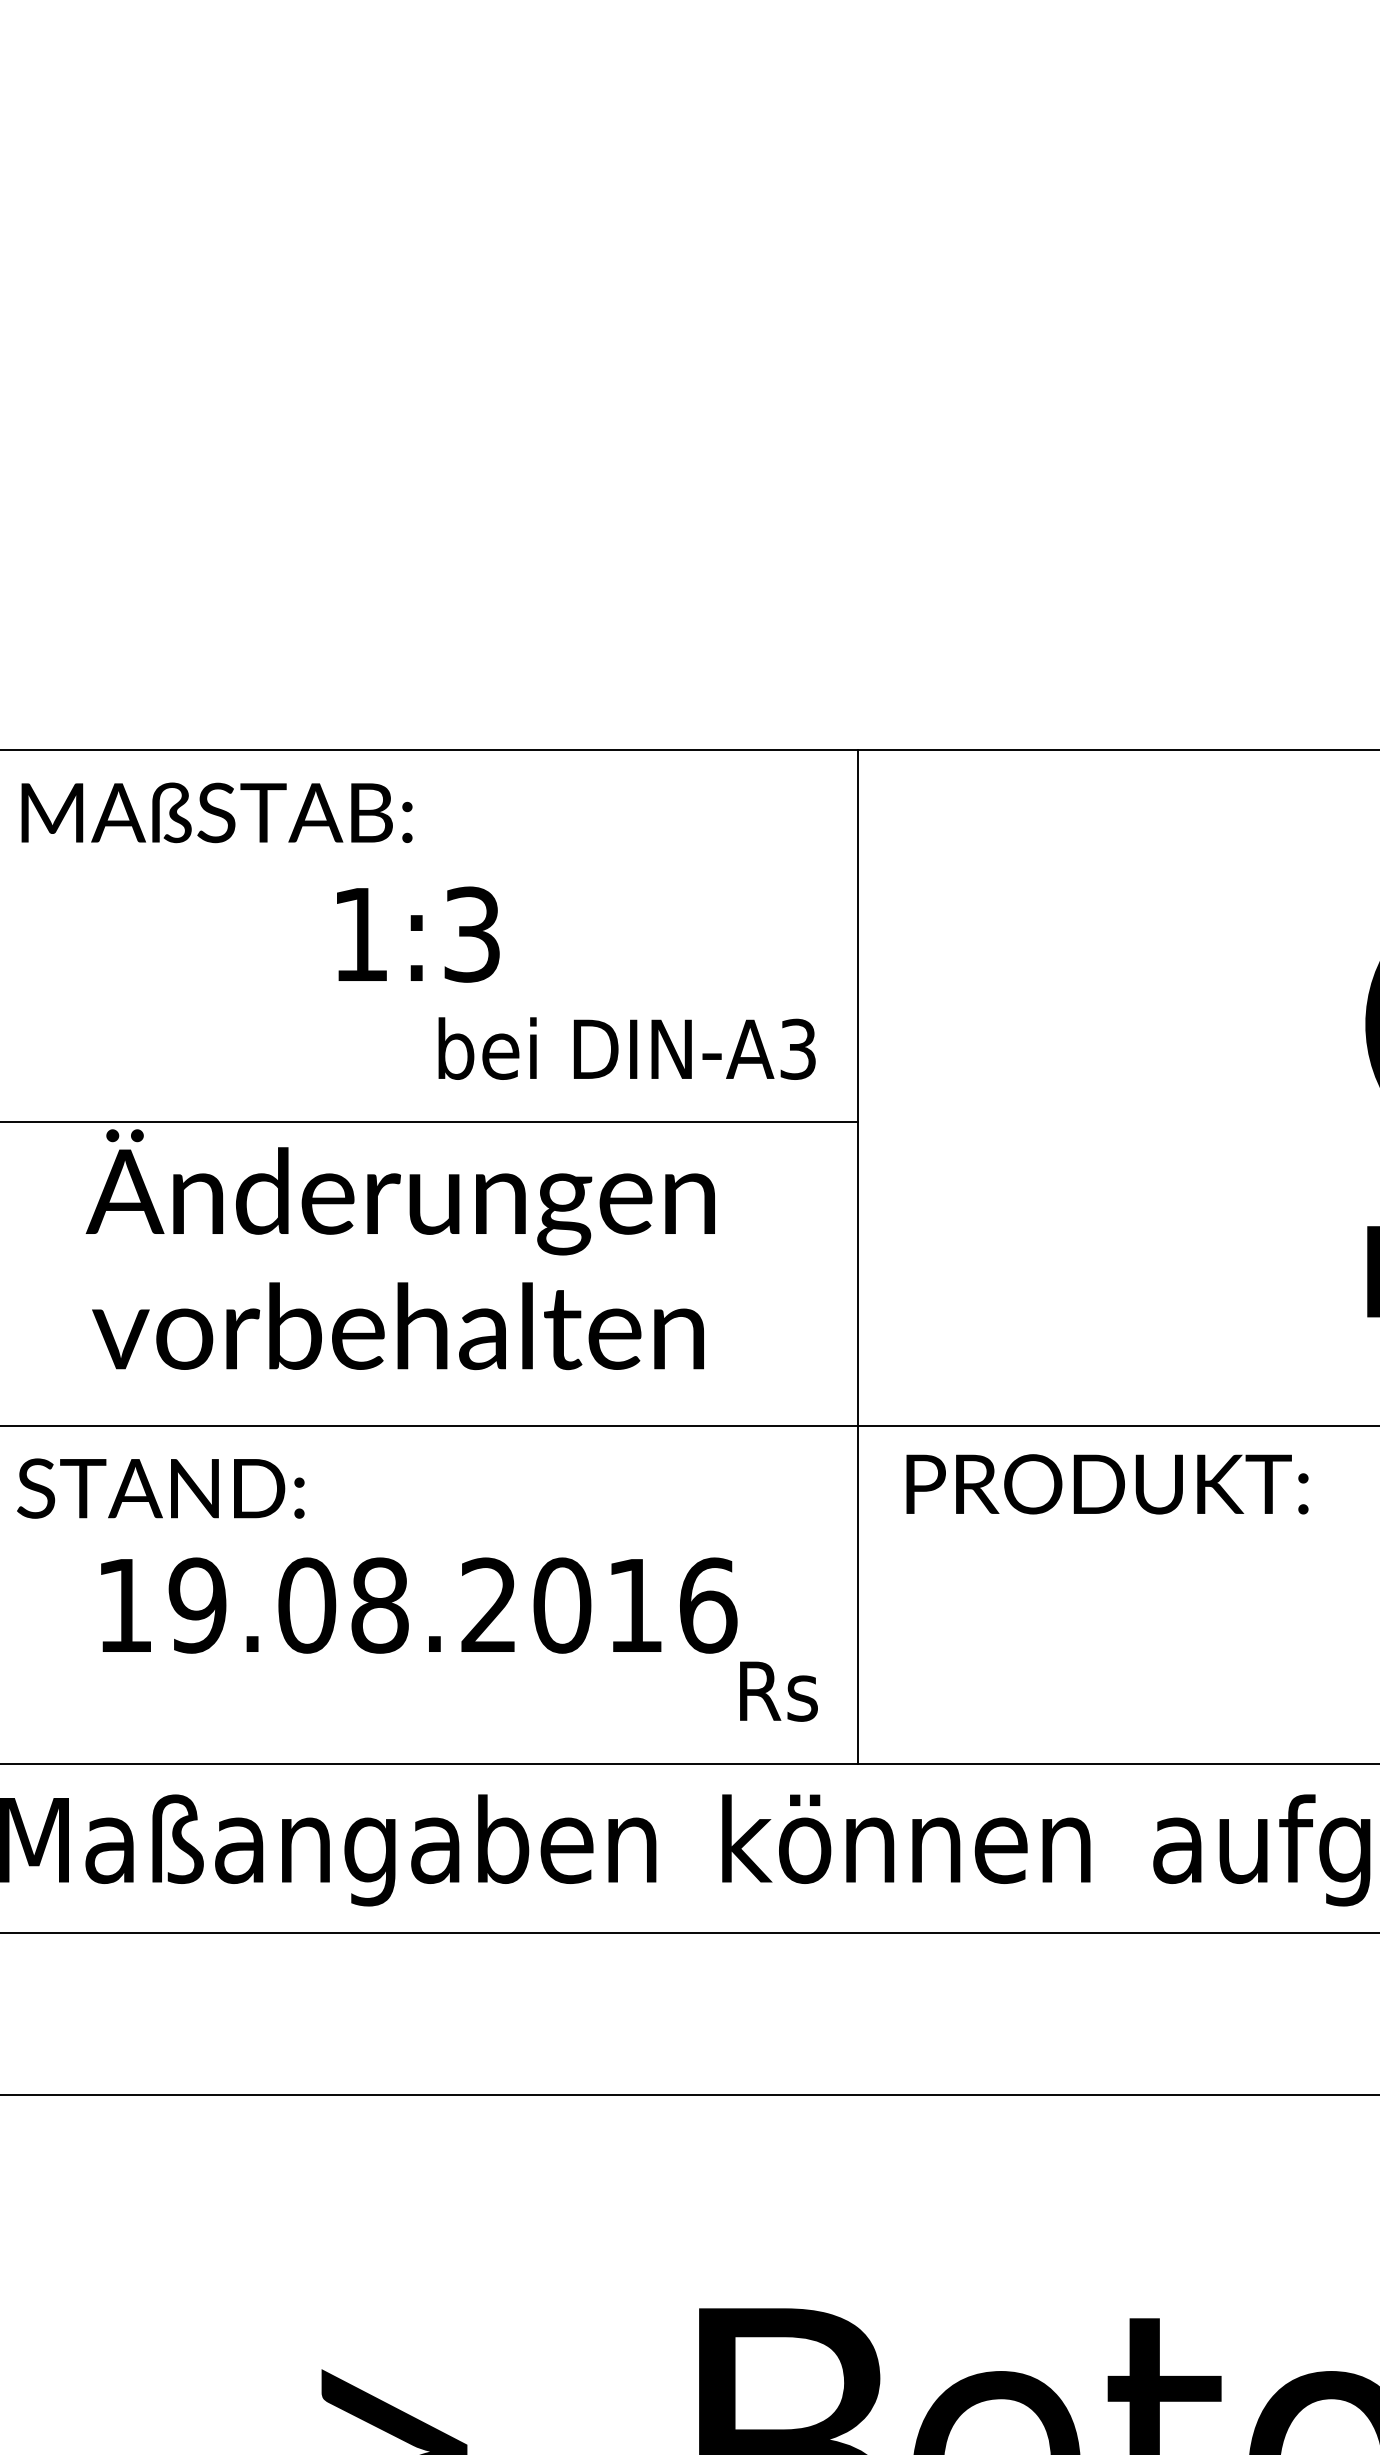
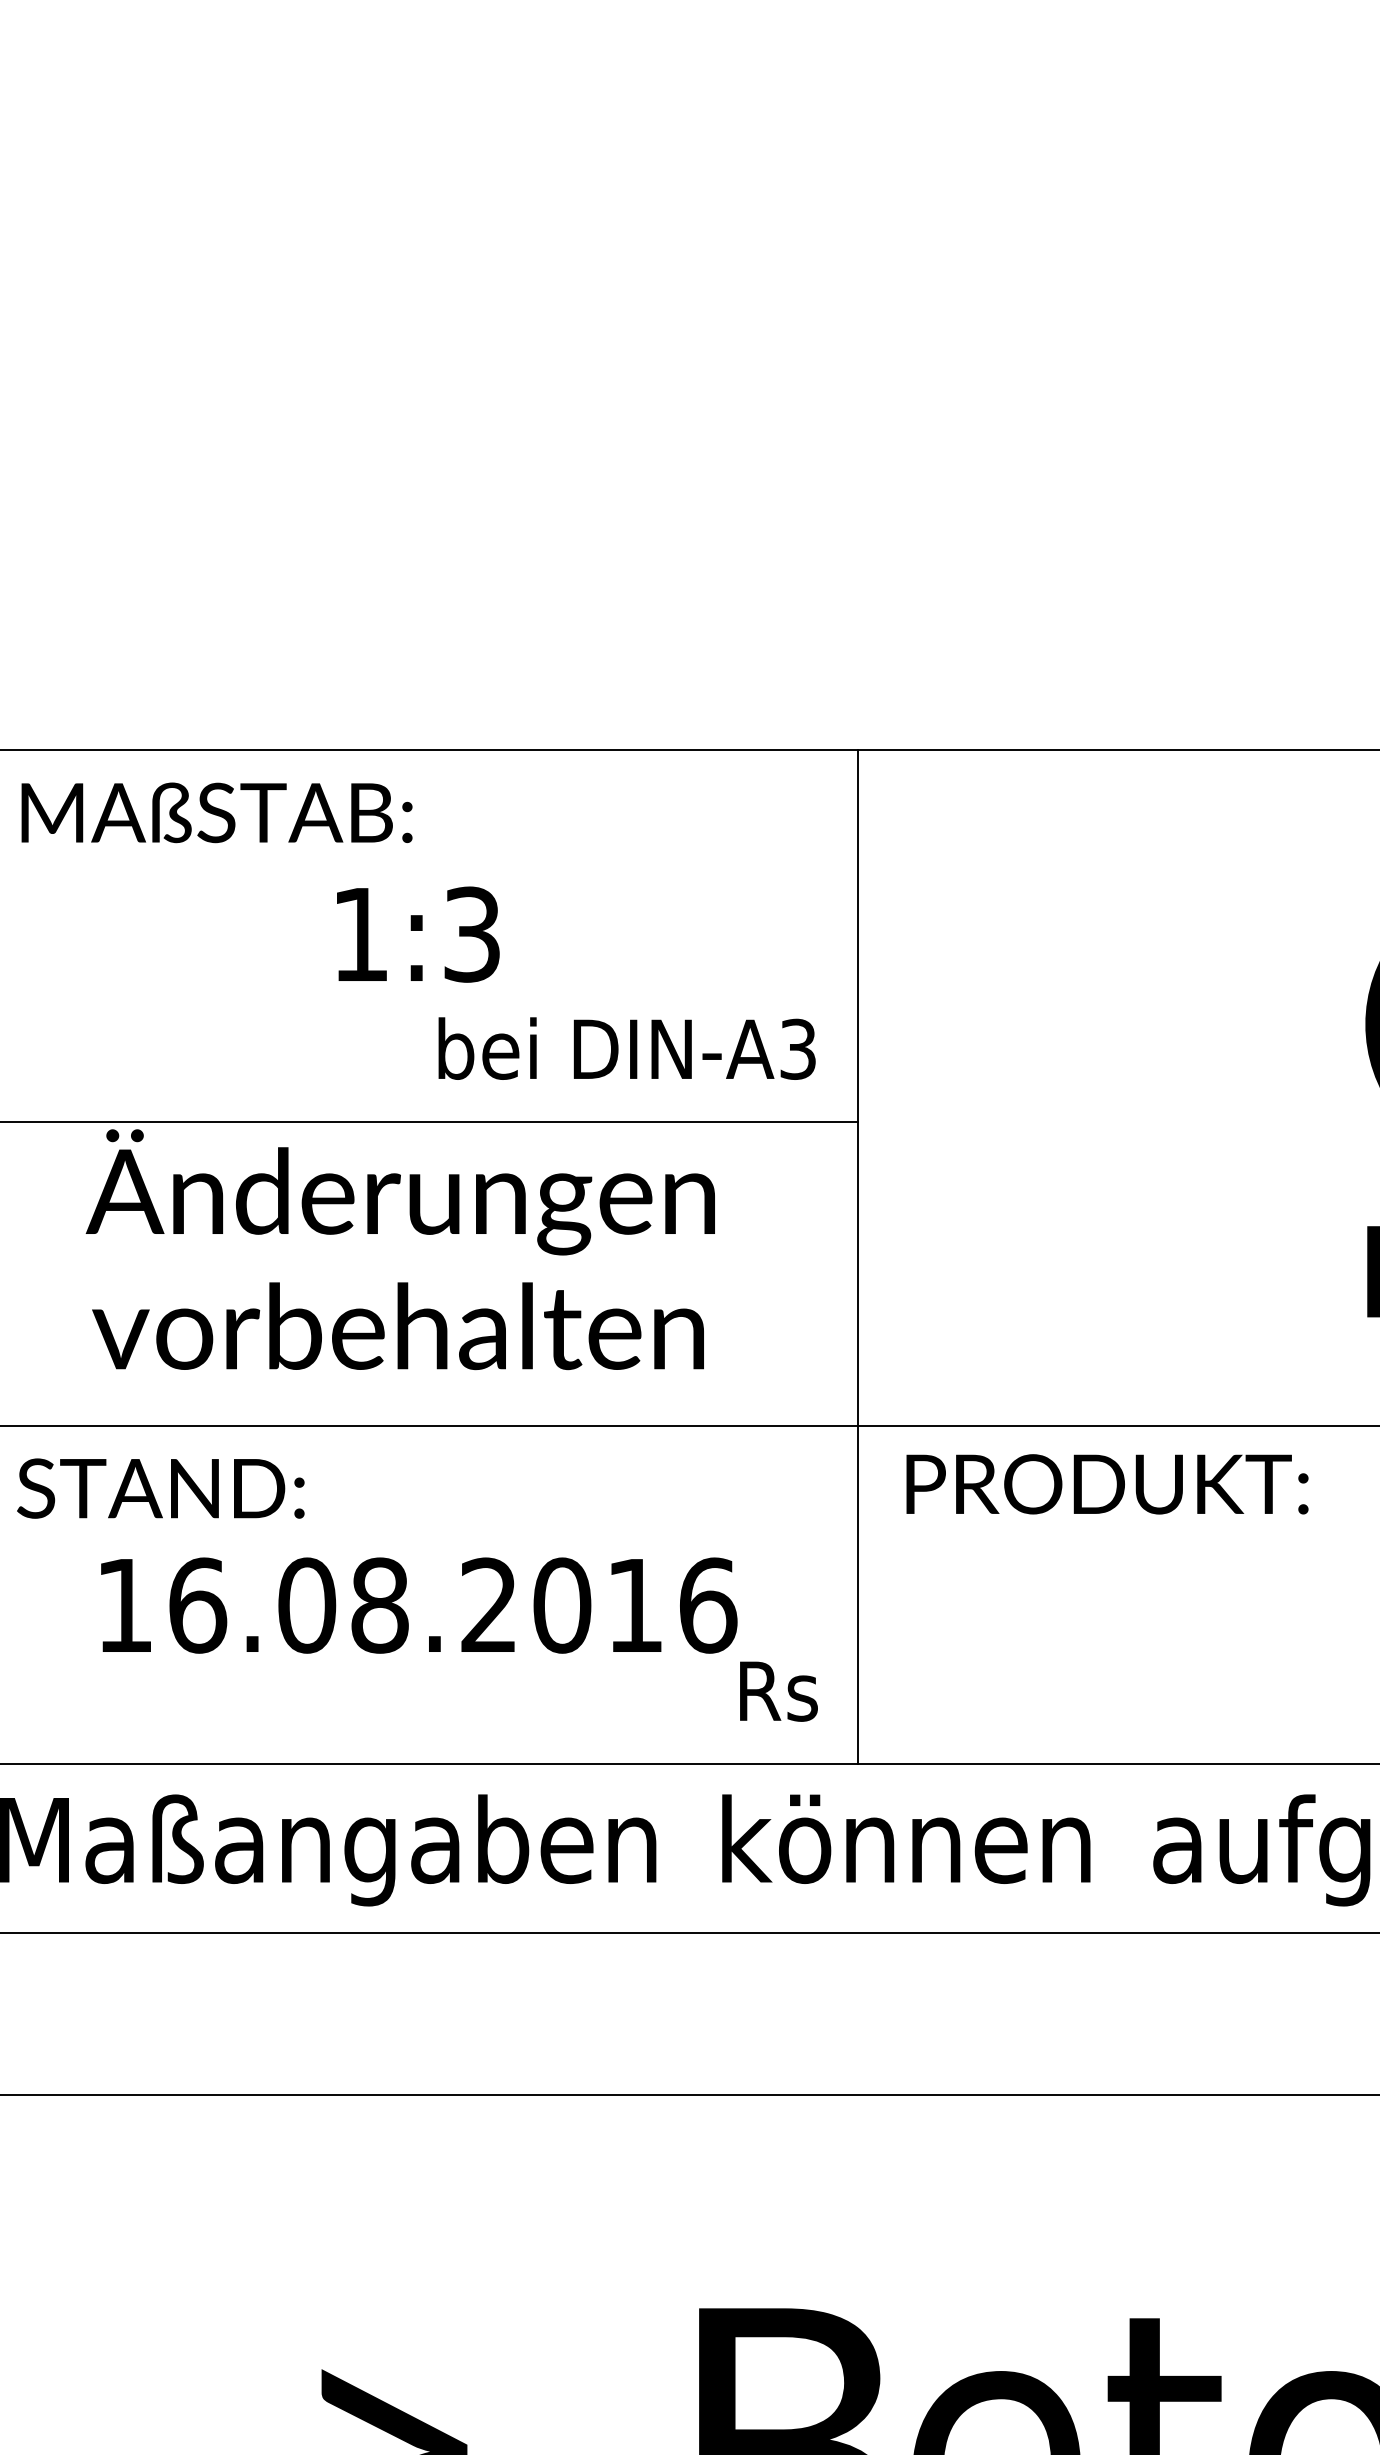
text at (197, 1605): 19.08.2016 -> 16.08.2016
